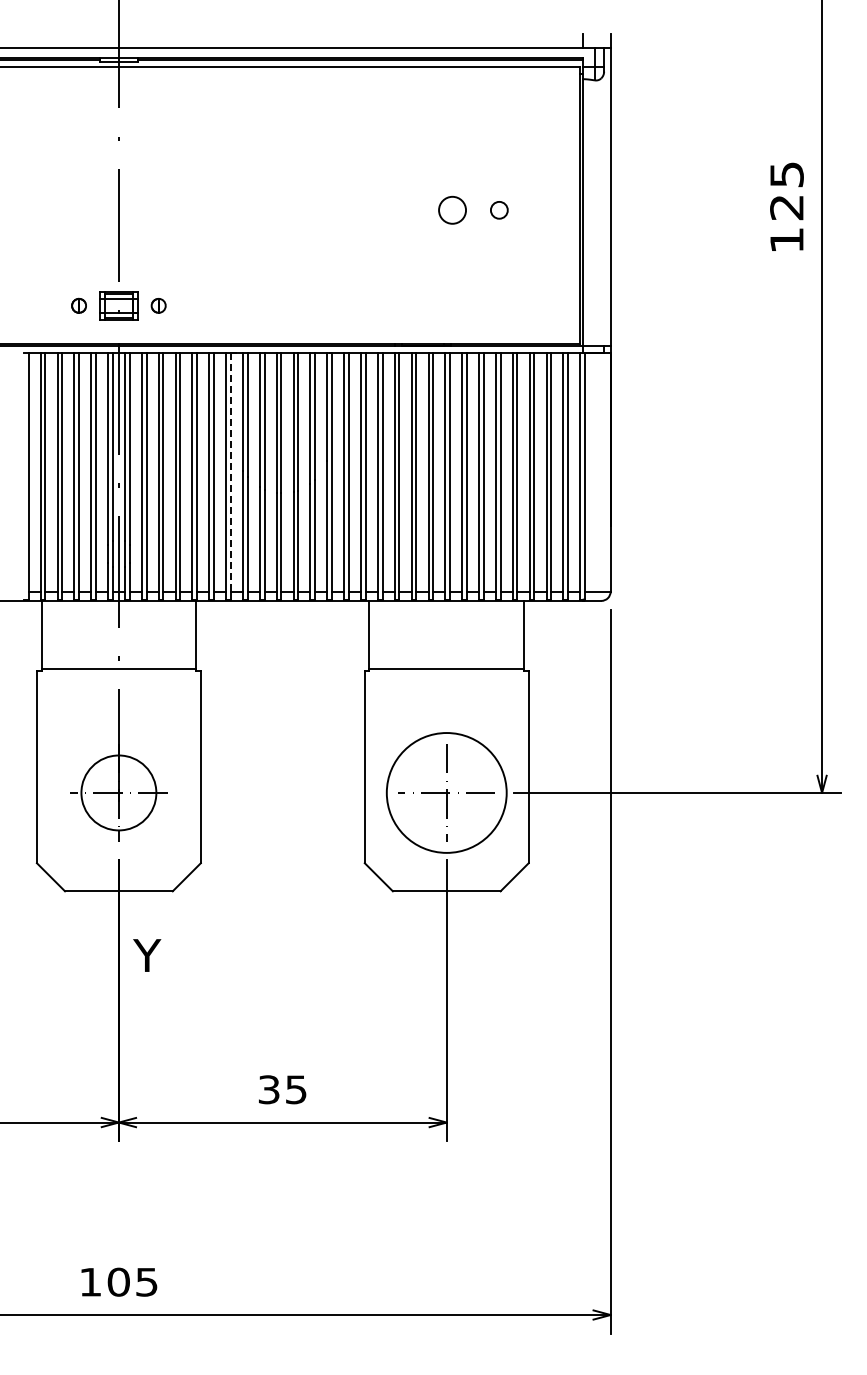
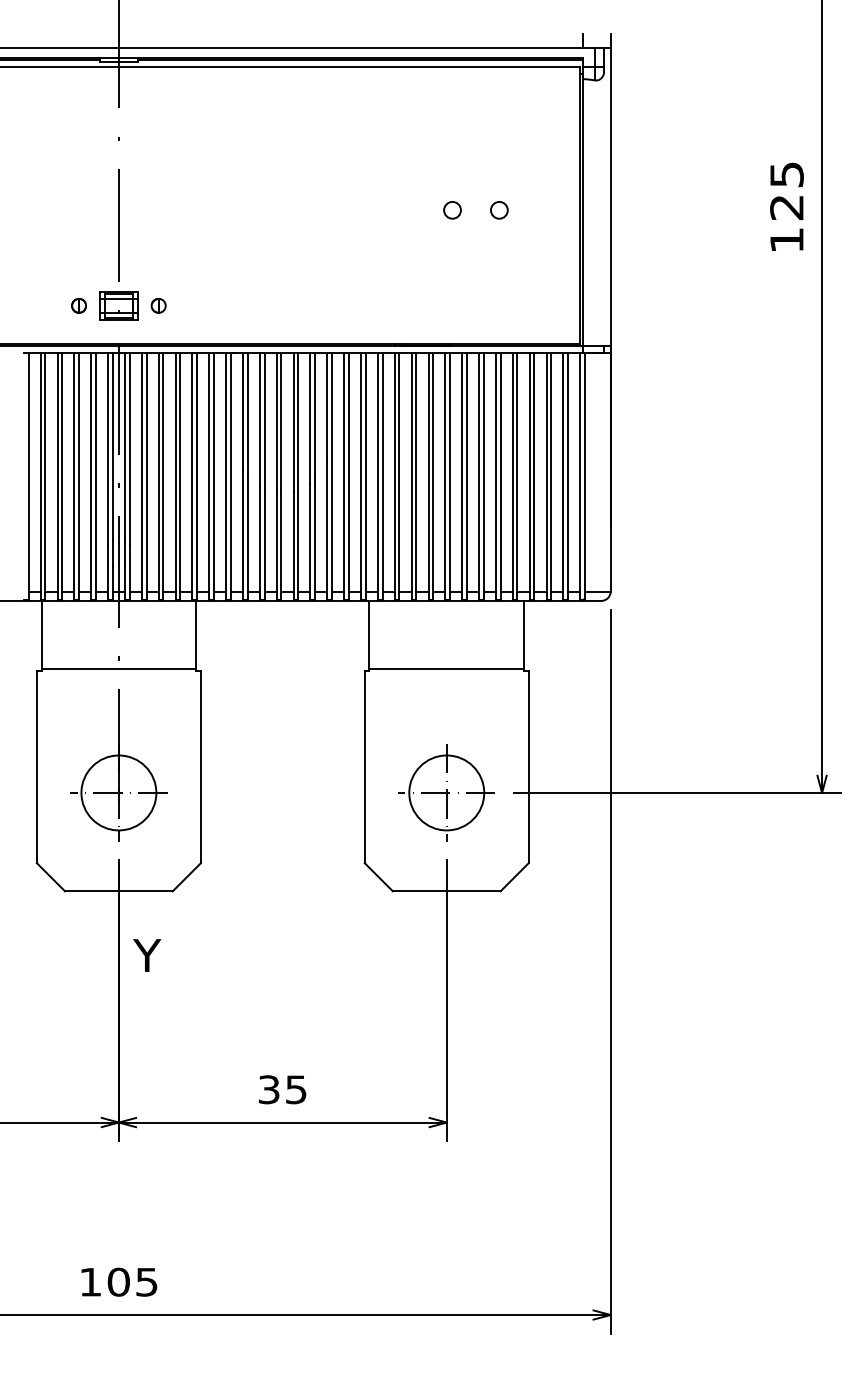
circle at (452, 209) diameter: 27 px -> 17 px
line at (230, 472): dashed -> solid
circle at (446, 792) diameter: 120 px -> 75 px
